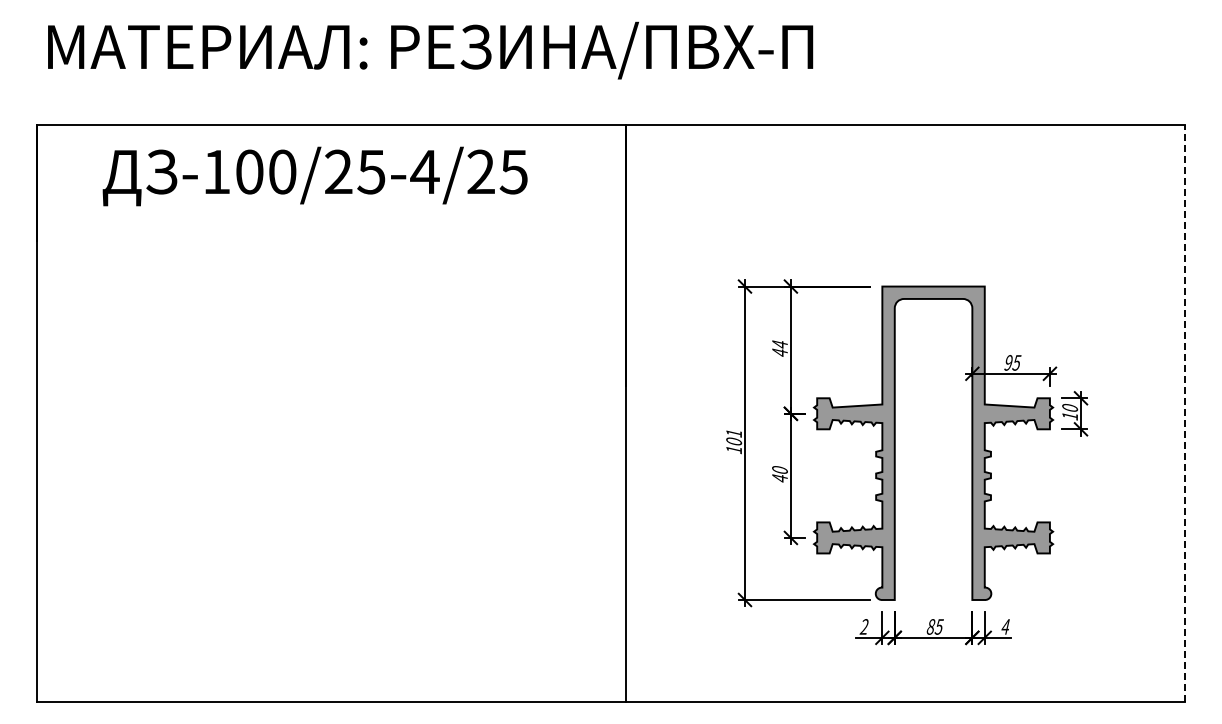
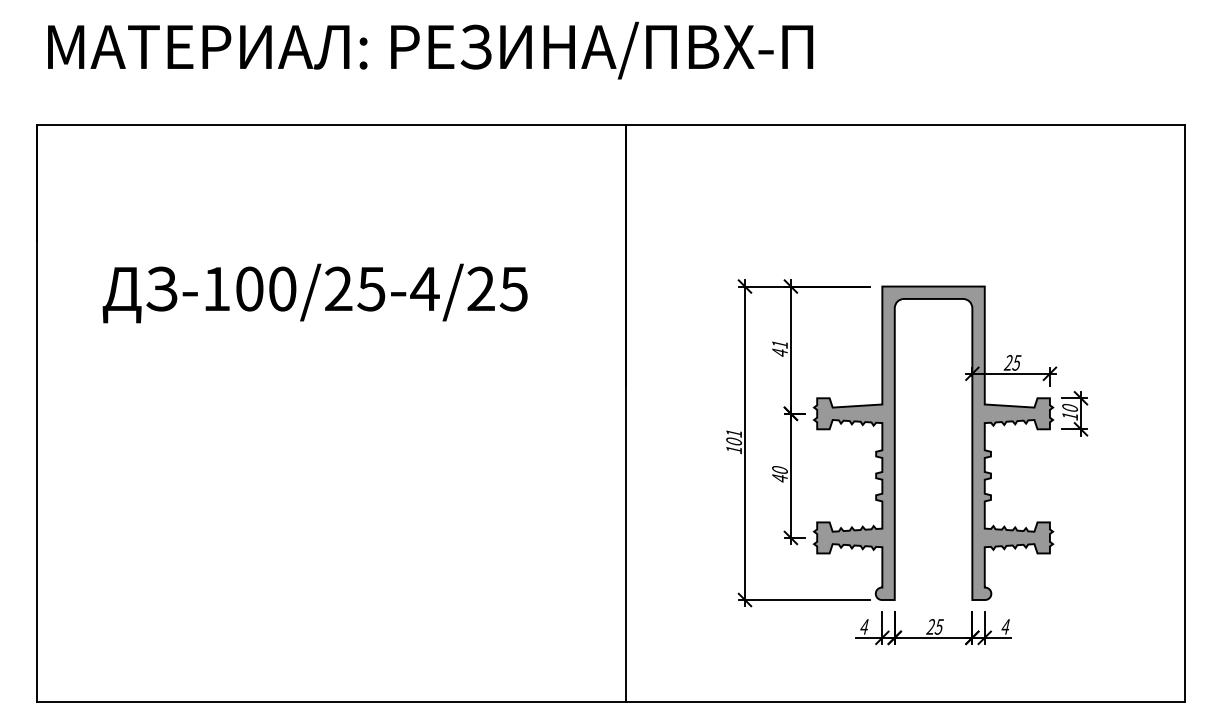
text at (314, 176) position: (314, 176) -> (314, 293)
text at (779, 344): 44 -> 41
text at (1007, 362): 95 -> 25
line at (1185, 413): dashed -> solid
text at (863, 626): 2 -> 4
text at (930, 626): 85 -> 25
